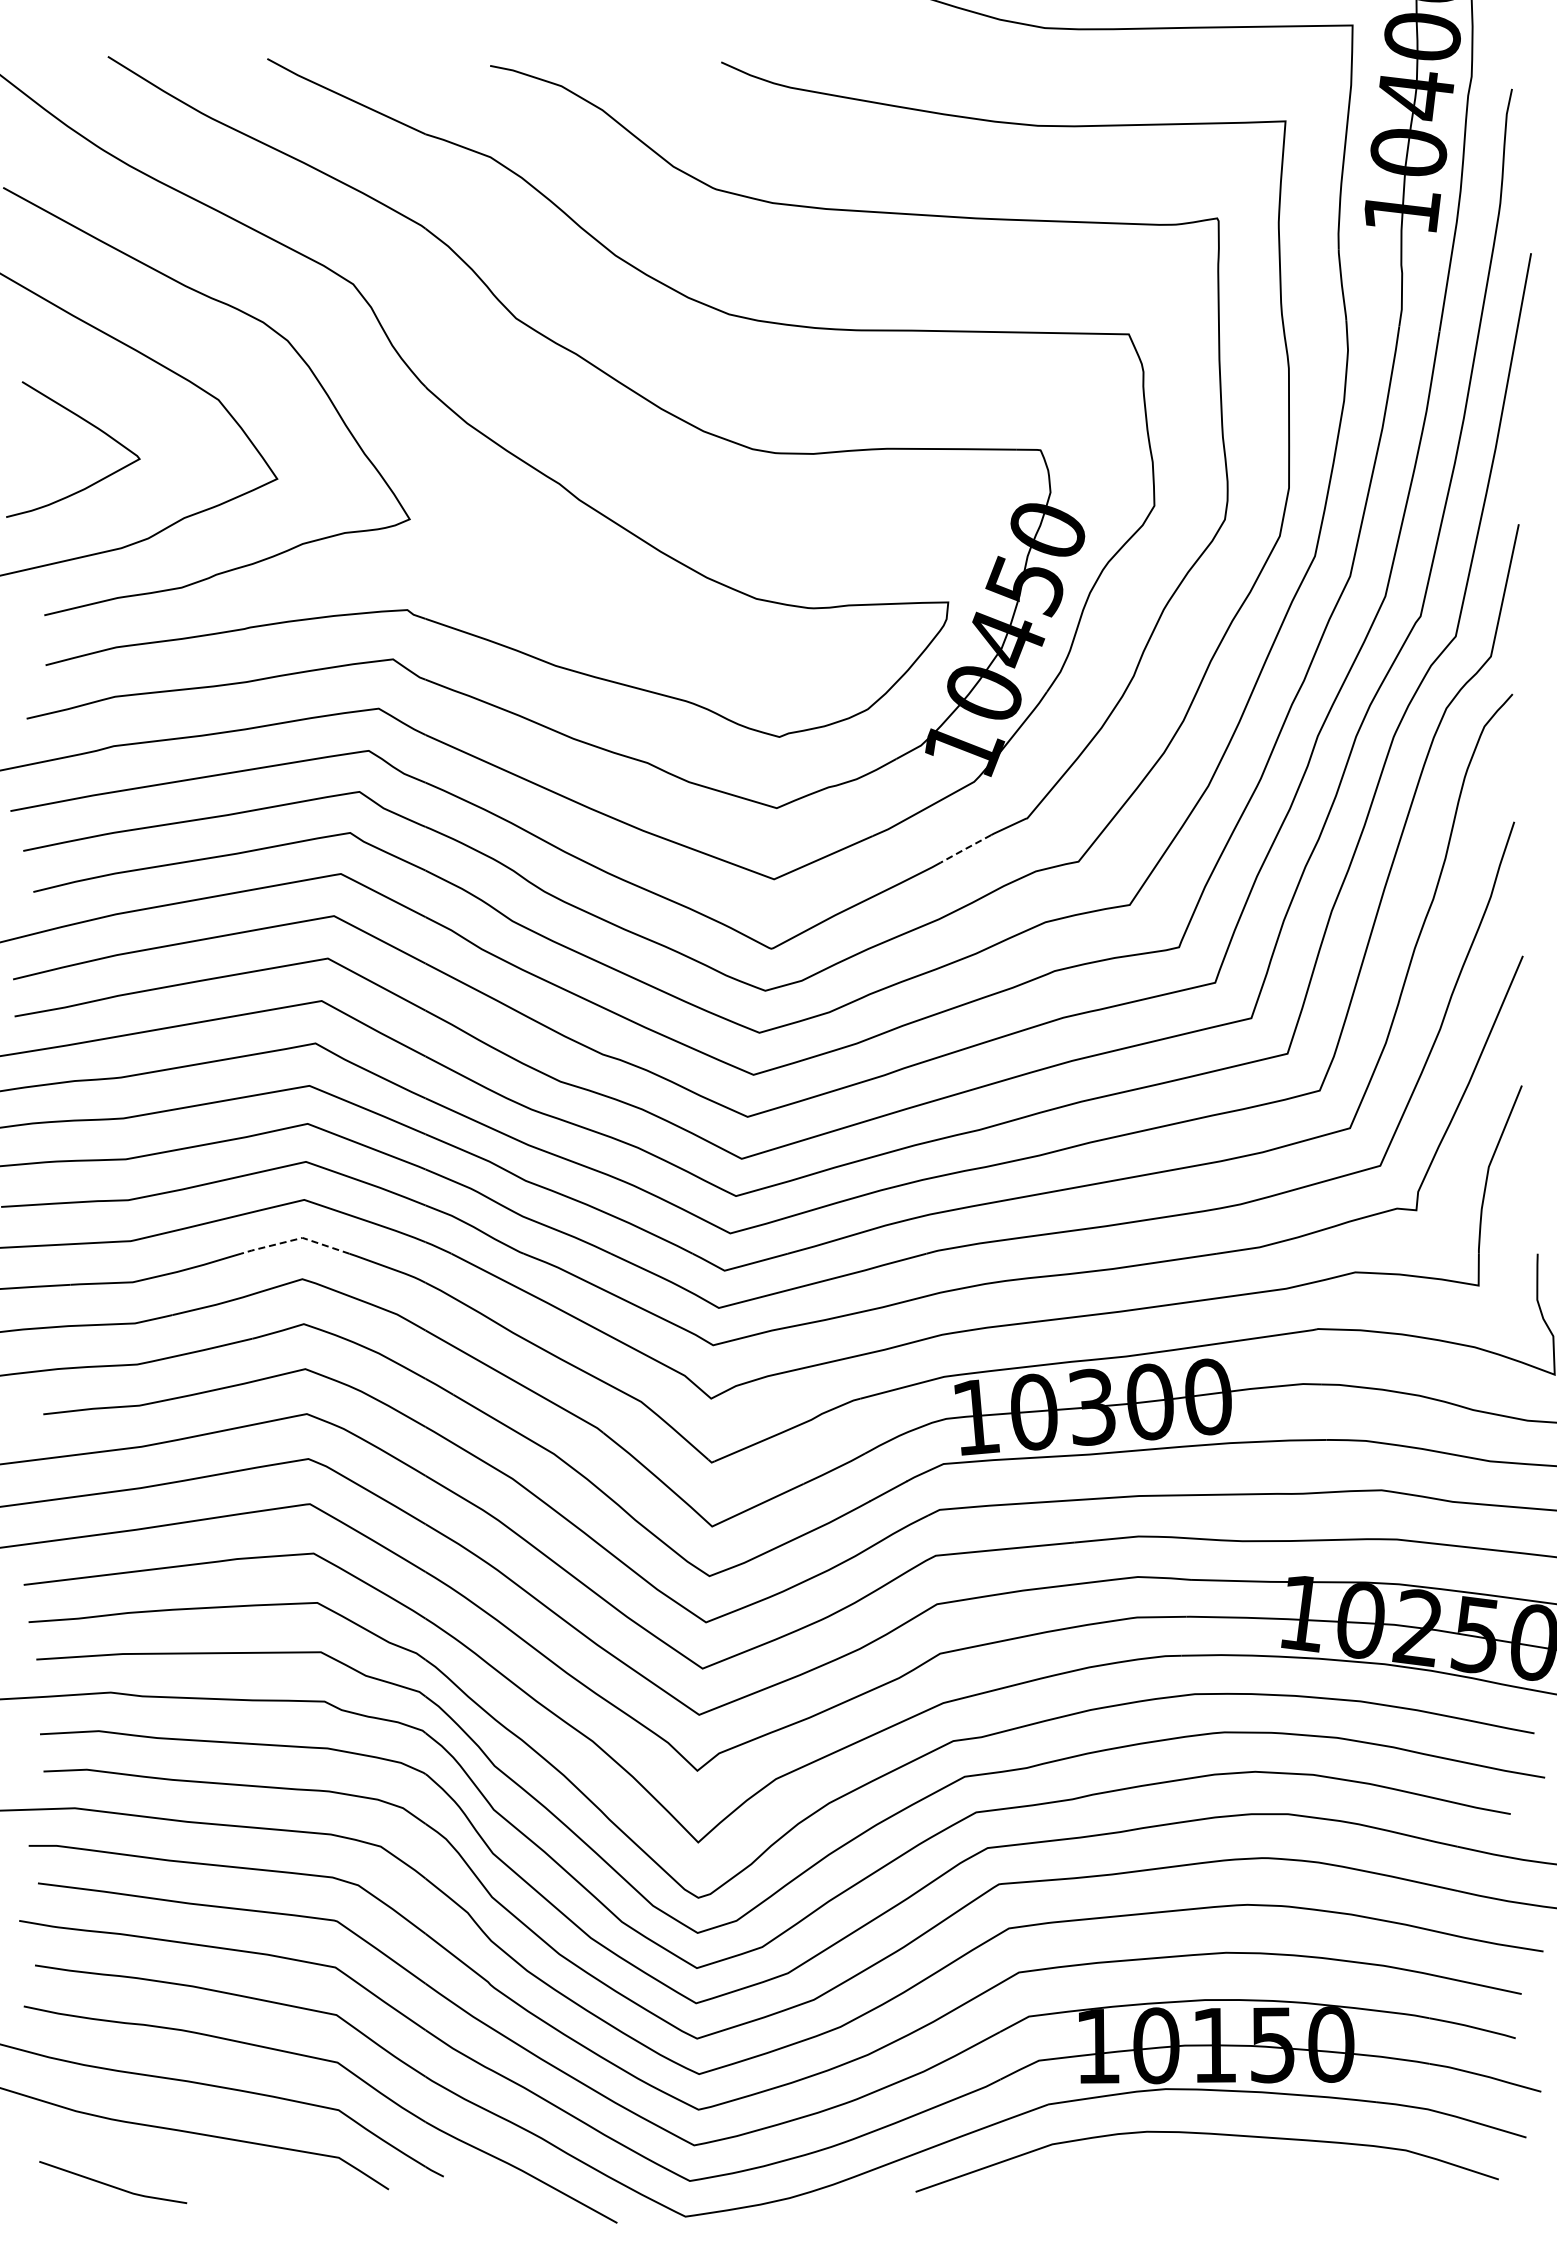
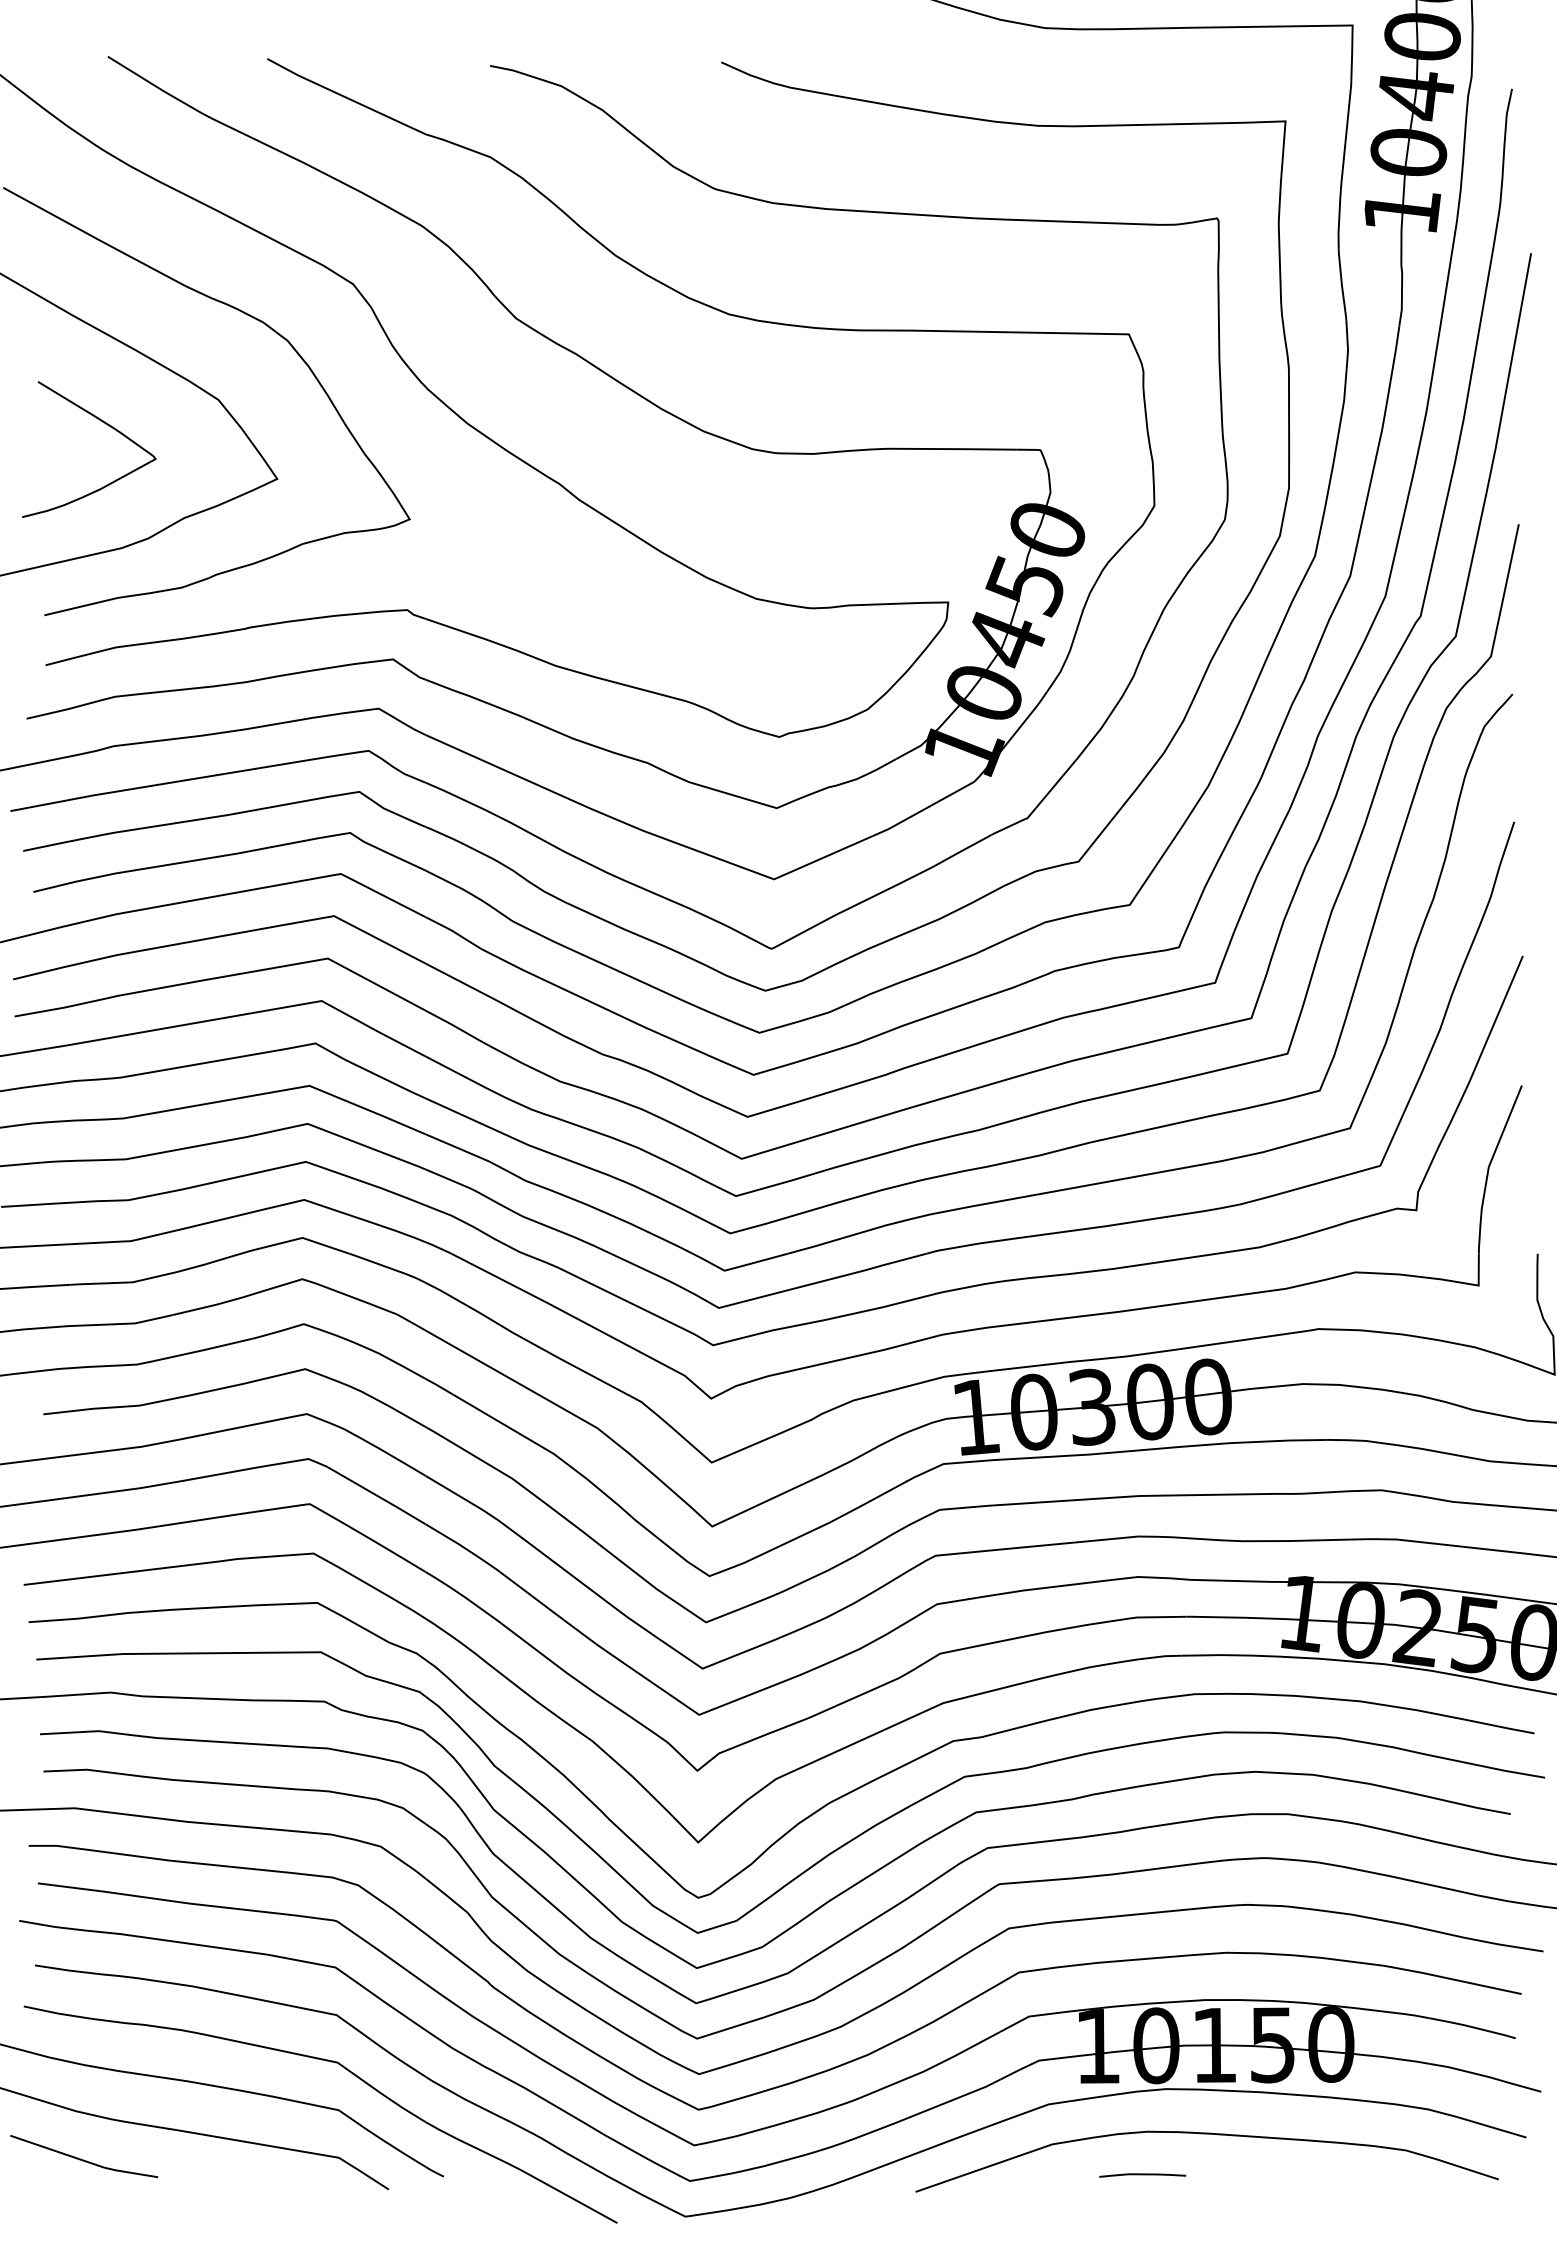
curve at (89, 424) position: (89, 424) -> (105, 424)
line at (964, 849): dashed -> solid
line at (294, 1239): dashed -> solid
curve at (1142, 2175): none -> present
line at (112, 2185) position: (112, 2185) -> (83, 2159)
